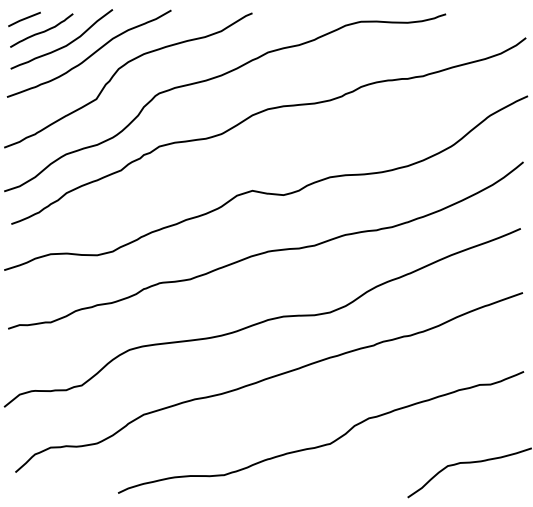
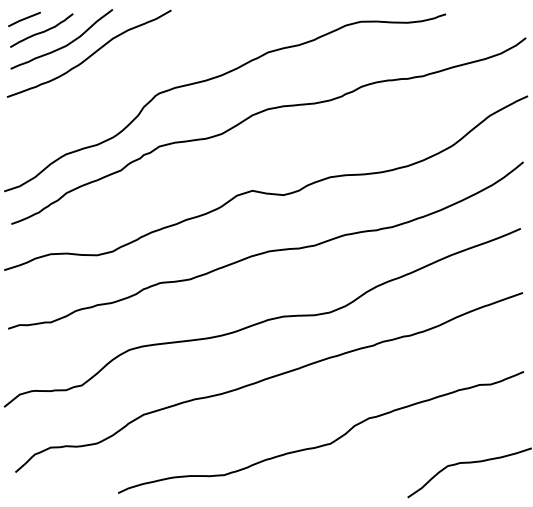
curve at (117, 72): present -> none
